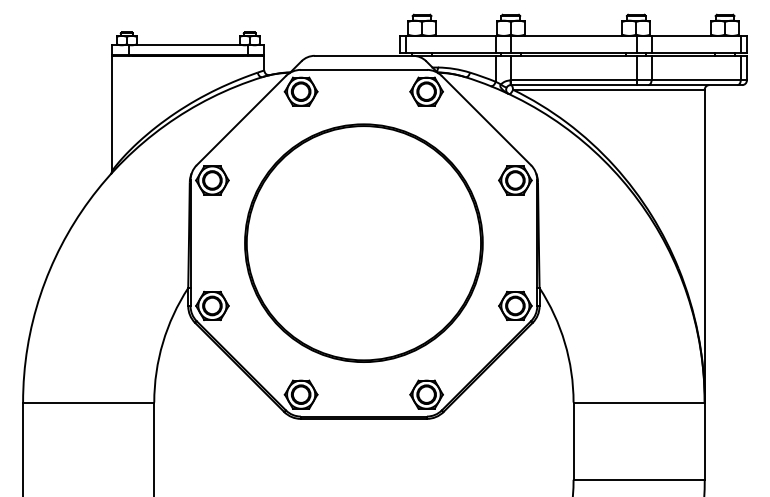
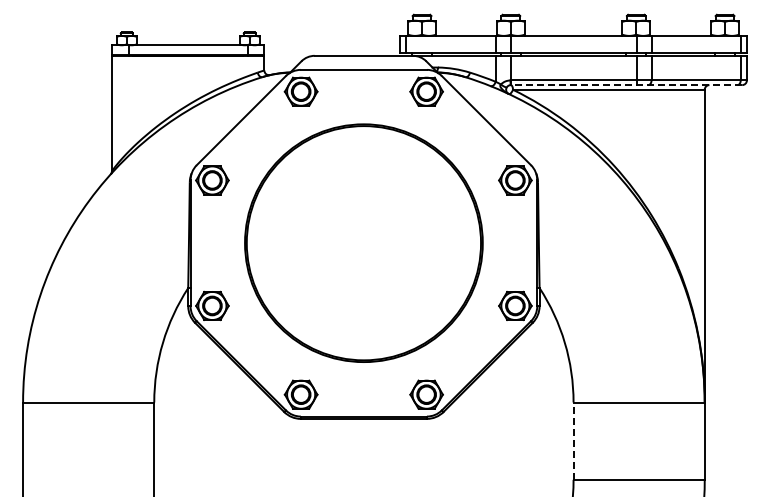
line at (626, 85): solid -> dashed
line at (573, 441): solid -> dashed
